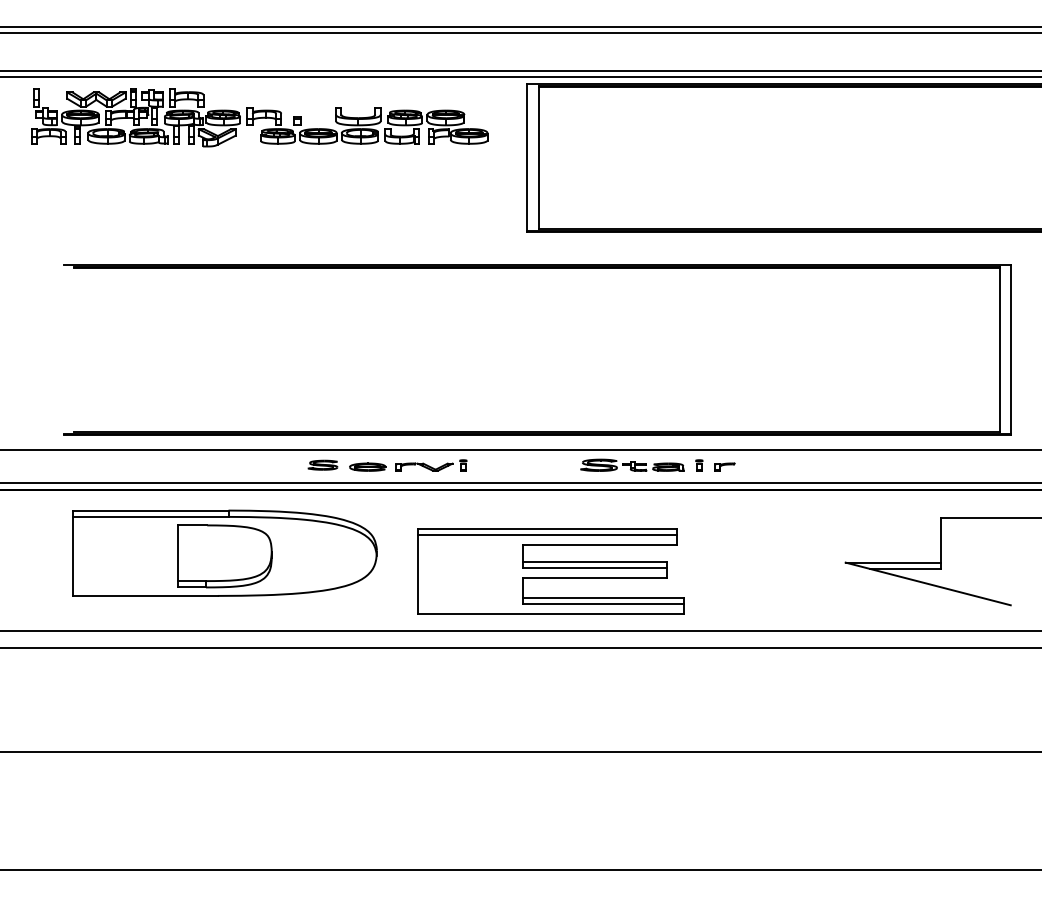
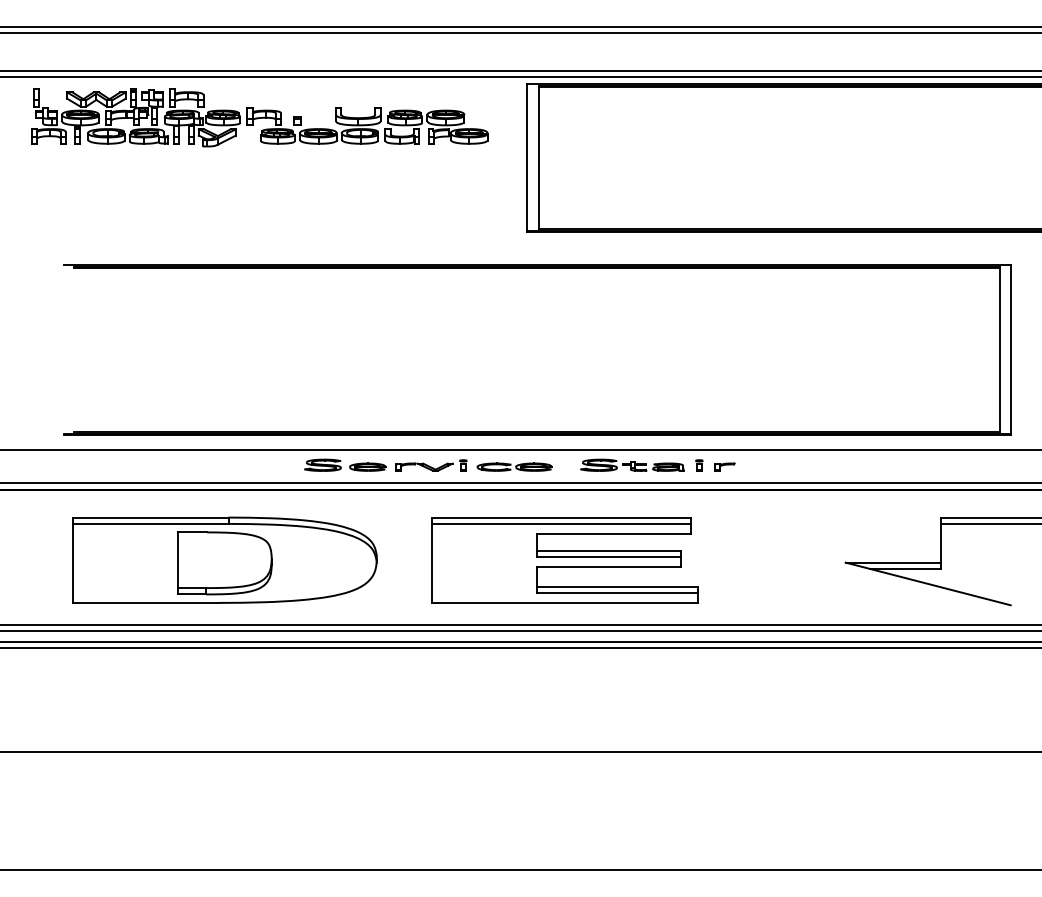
part at (322, 464) size: 32x12 px -> 38x14 px
part at (514, 466): none -> present
line at (989, 523): none -> present
part at (224, 552) position: (224, 552) -> (224, 559)
part at (550, 571) position: (550, 571) -> (564, 560)
line at (520, 625): none -> present
line at (520, 641): none -> present
